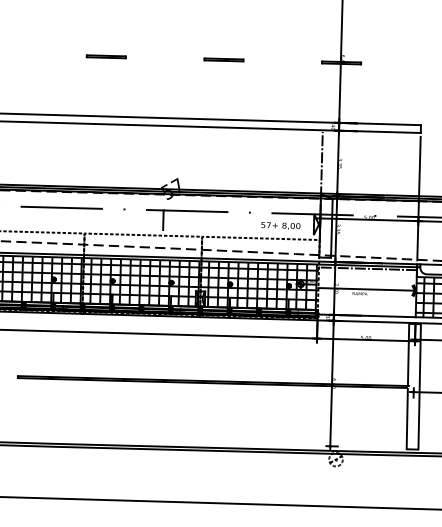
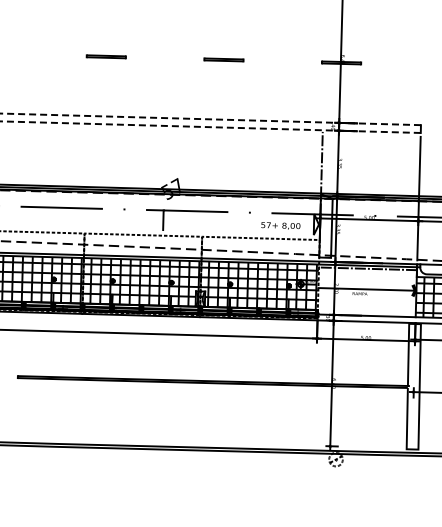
line at (210, 119): solid -> dashed
line at (209, 127): solid -> dashed
line at (220, 503): present -> none
